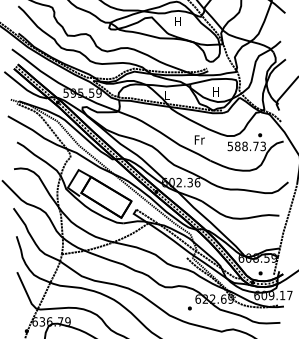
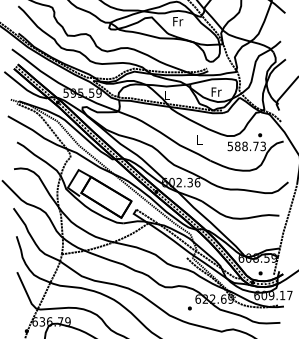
text at (178, 21): H -> Fr
text at (216, 91): H -> Fr
text at (199, 139): Fr -> L
